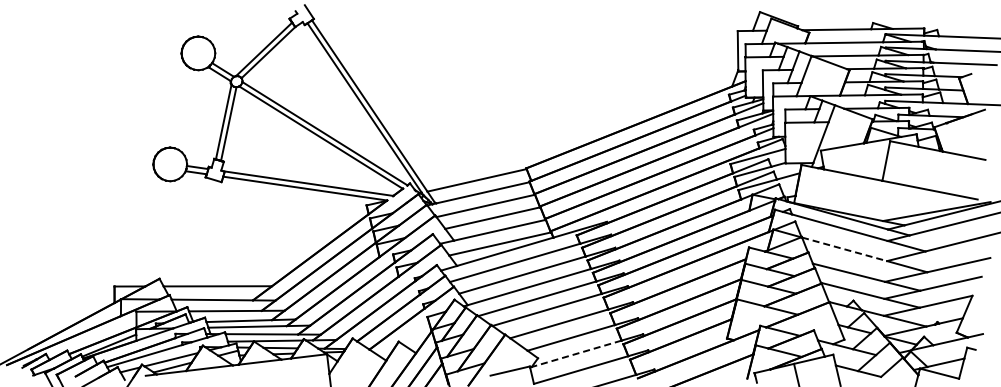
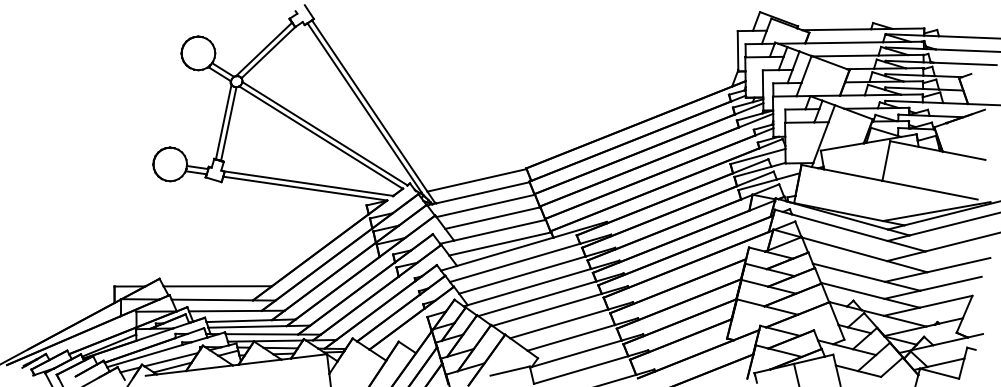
line at (845, 249): dashed -> solid
line at (576, 353): dashed -> solid
